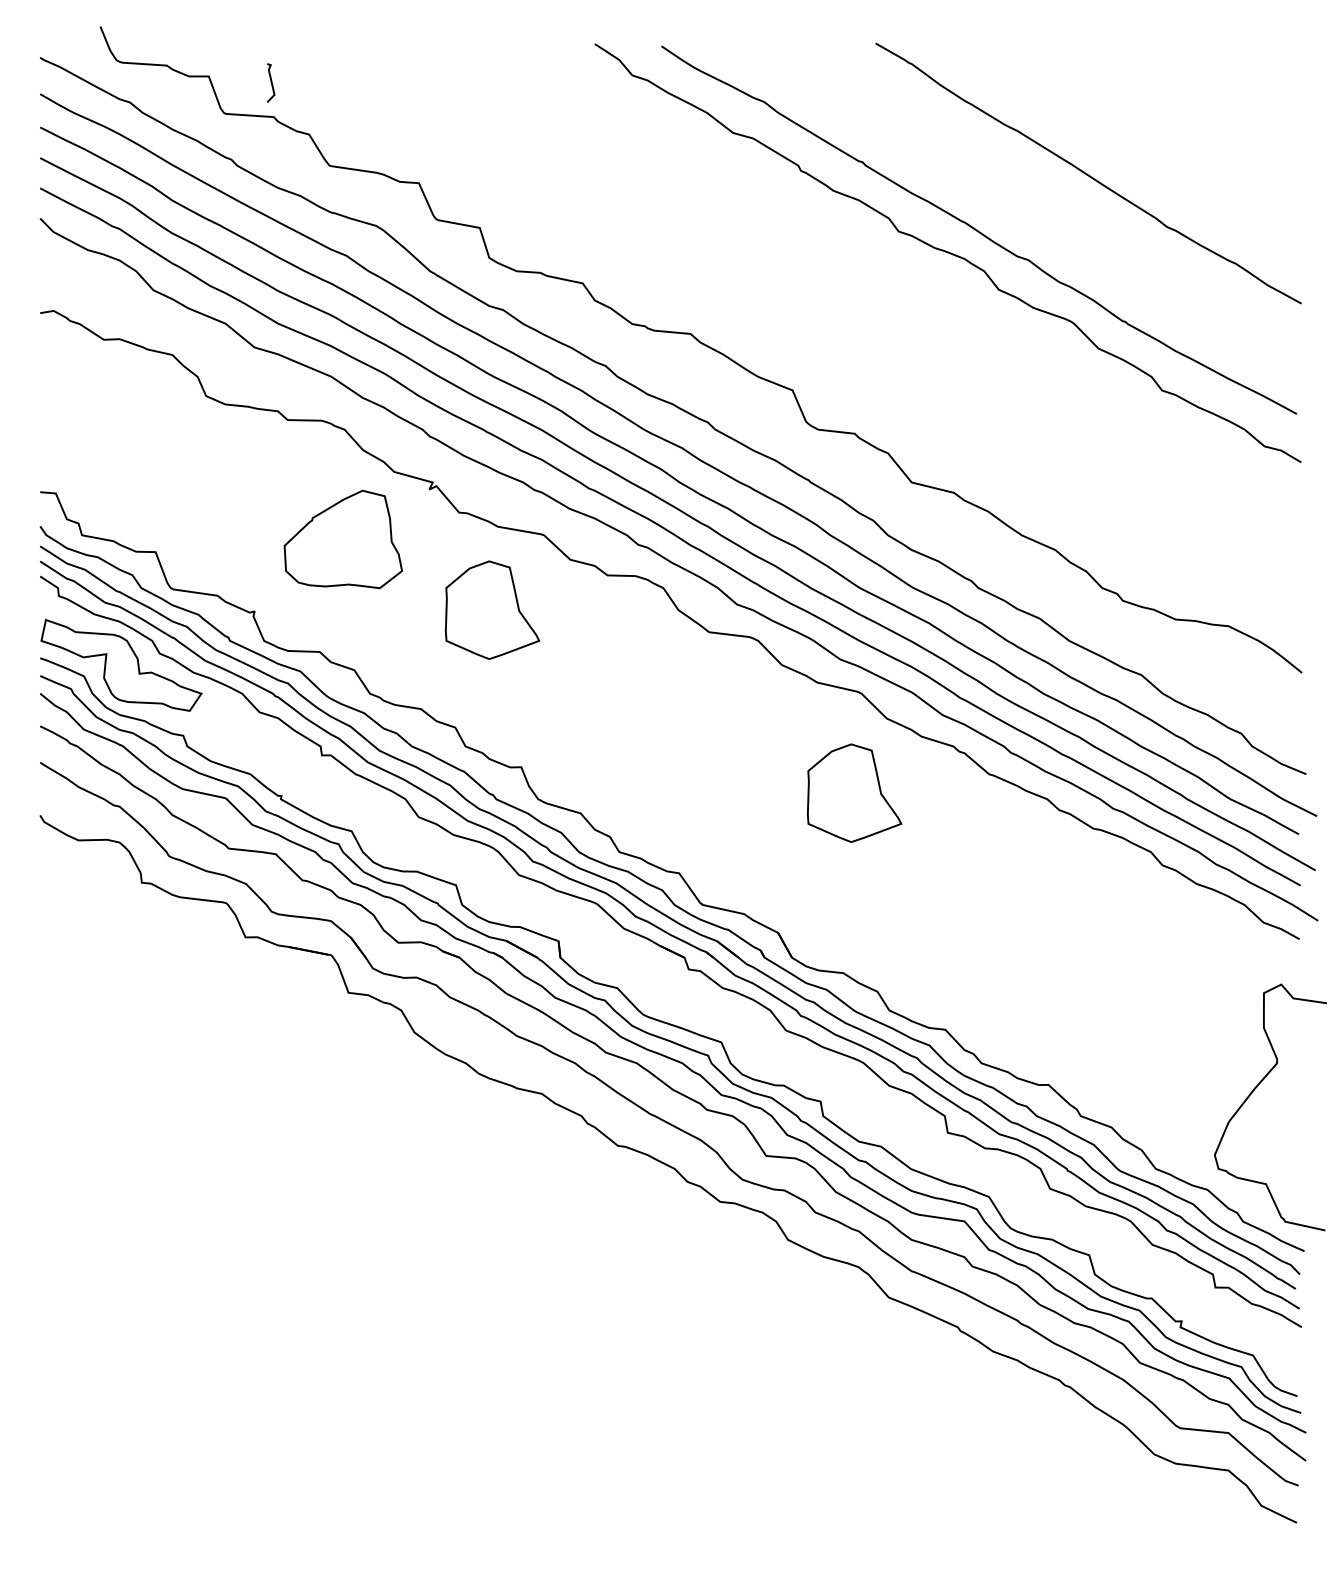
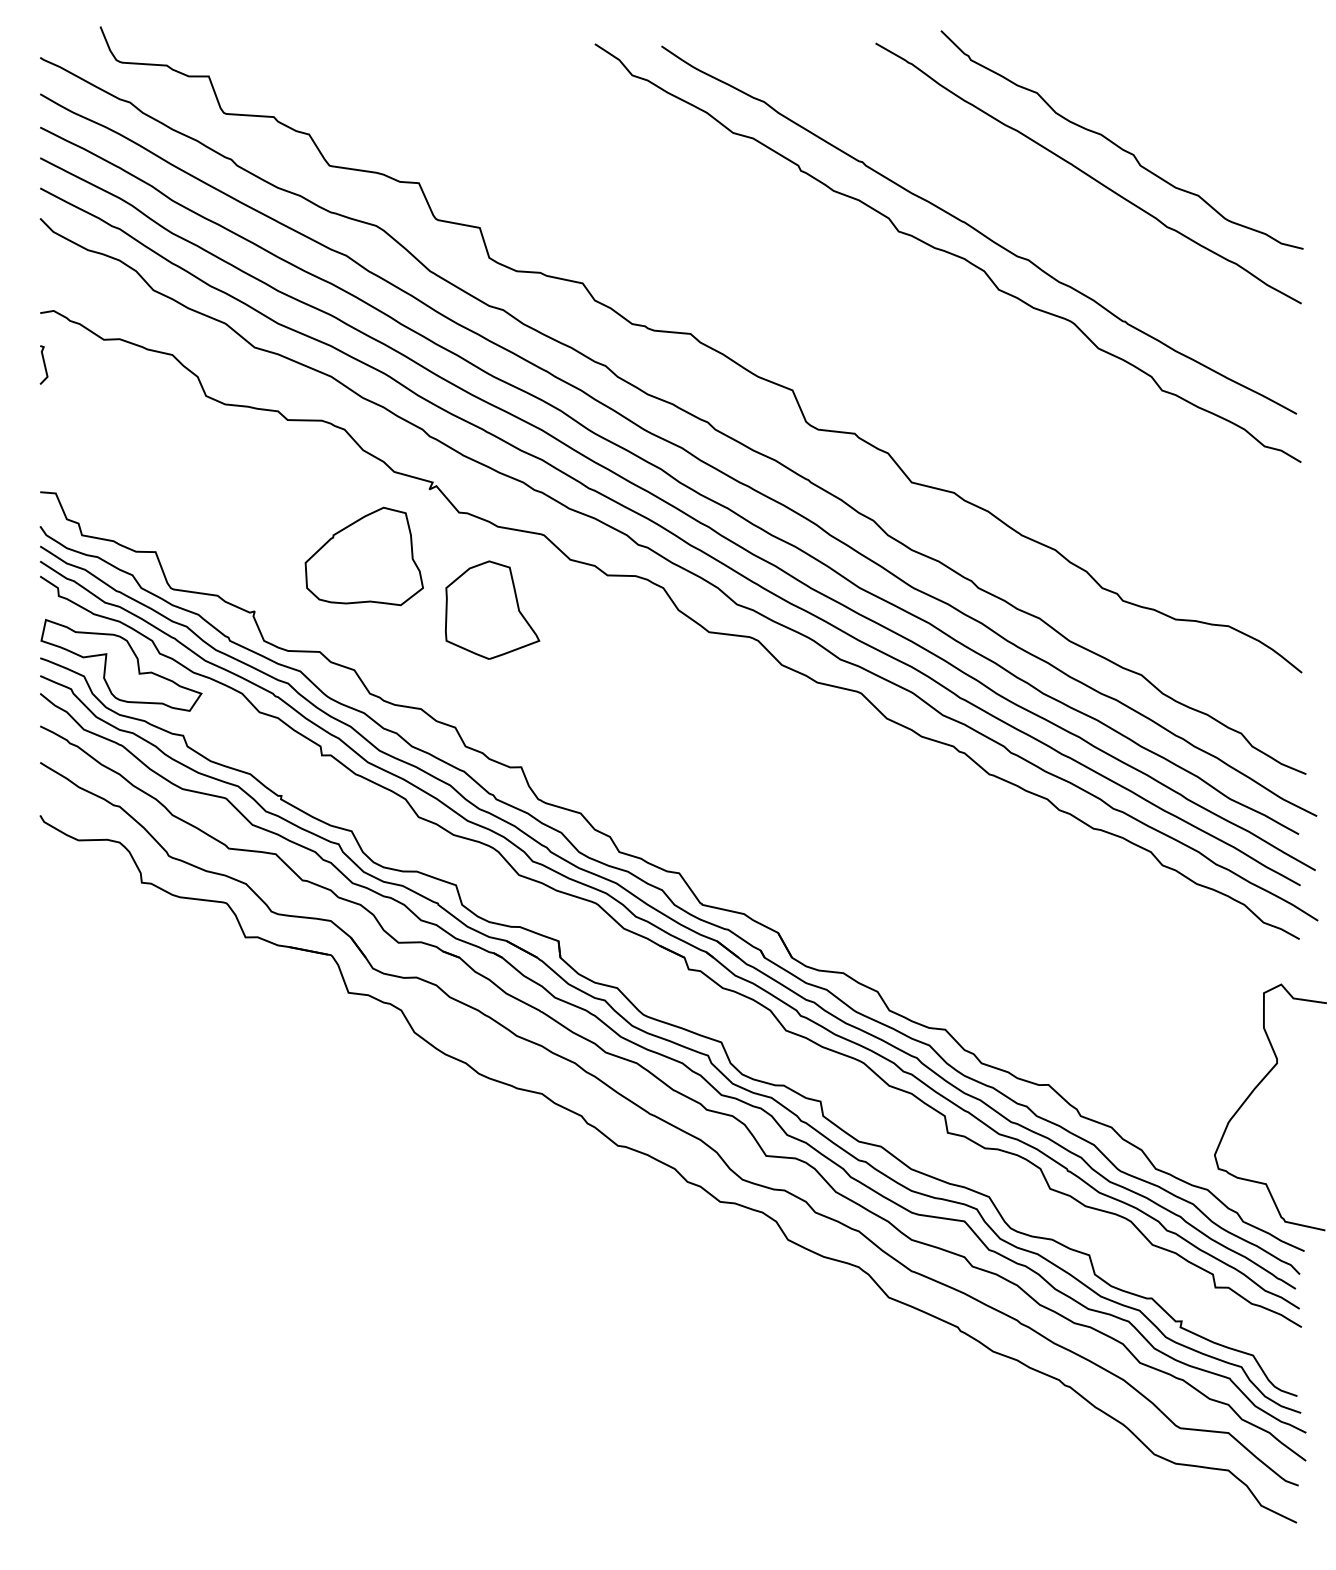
line at (270, 82) position: (270, 82) -> (43, 364)
curve at (1117, 144): none -> present
part at (342, 539) position: (342, 539) -> (363, 556)
part at (854, 792): present -> none
